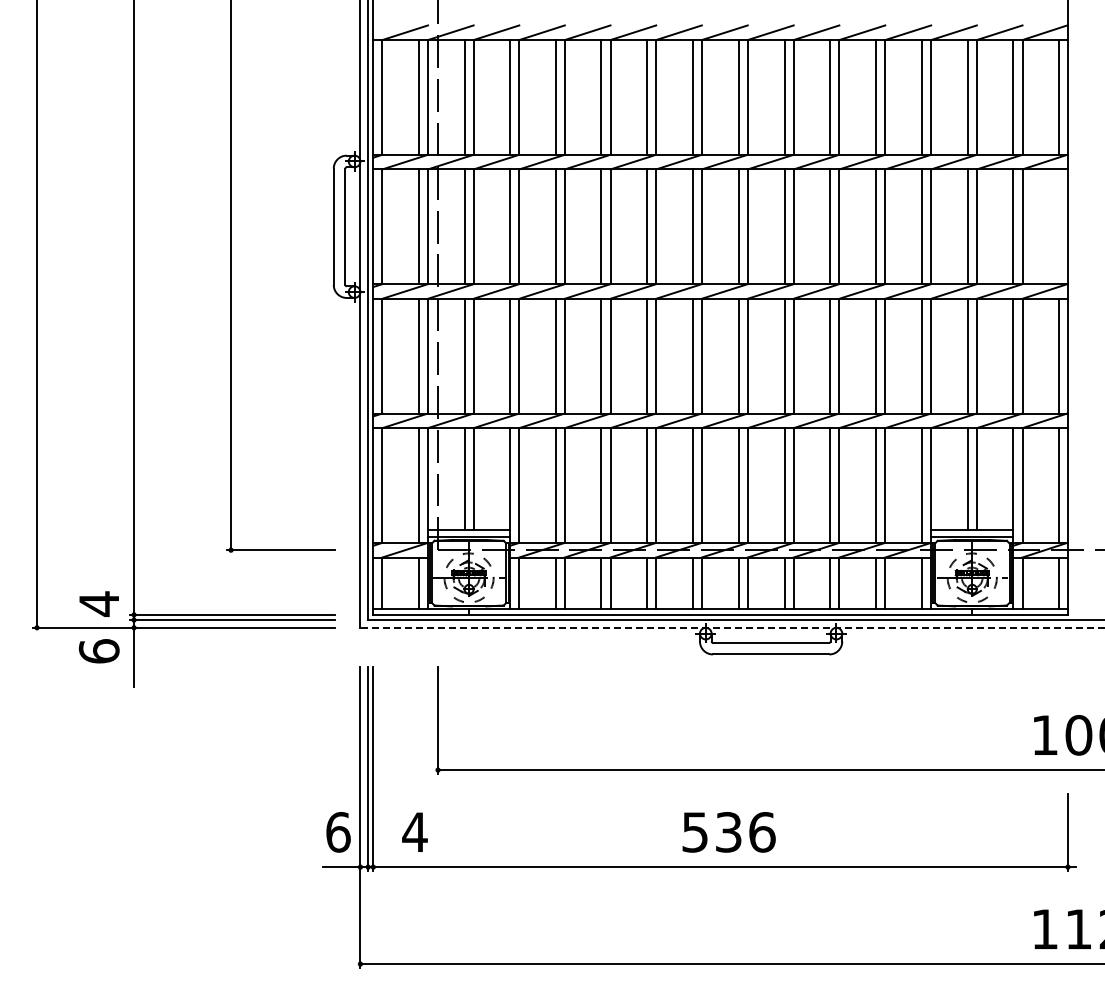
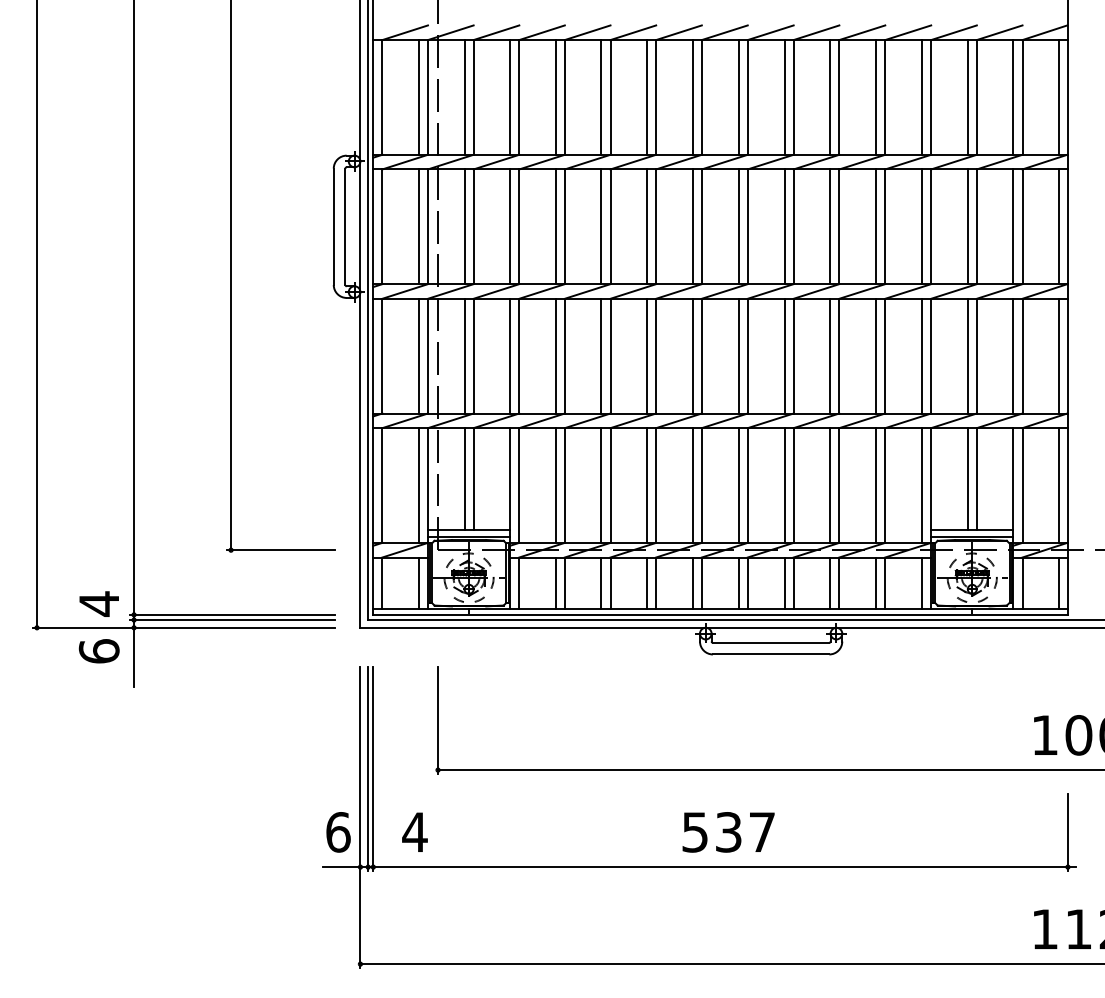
line at (1058, 226): none -> present
line at (732, 627): dashed -> solid
text at (762, 832): 536 -> 537
